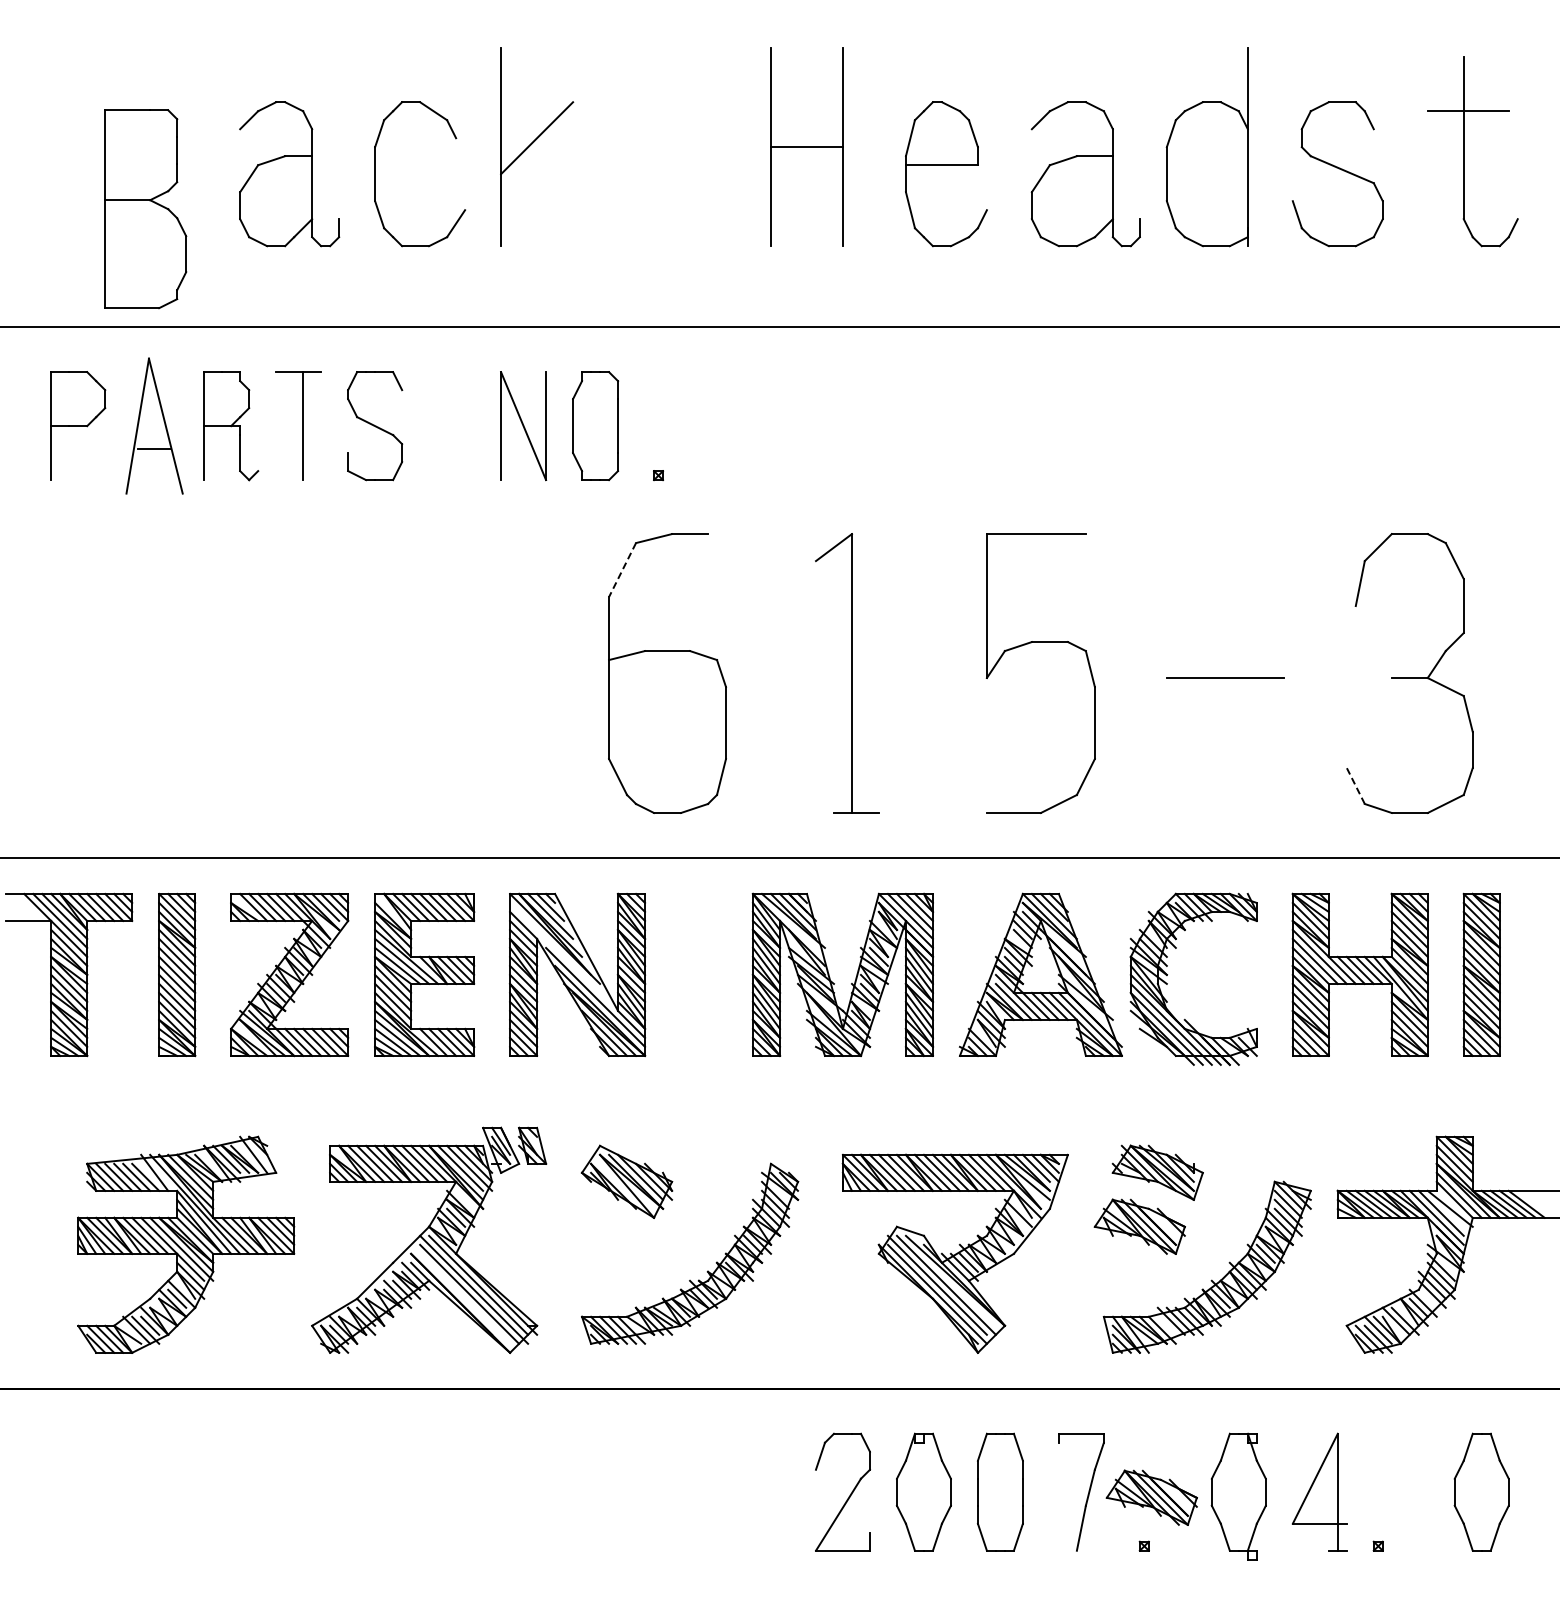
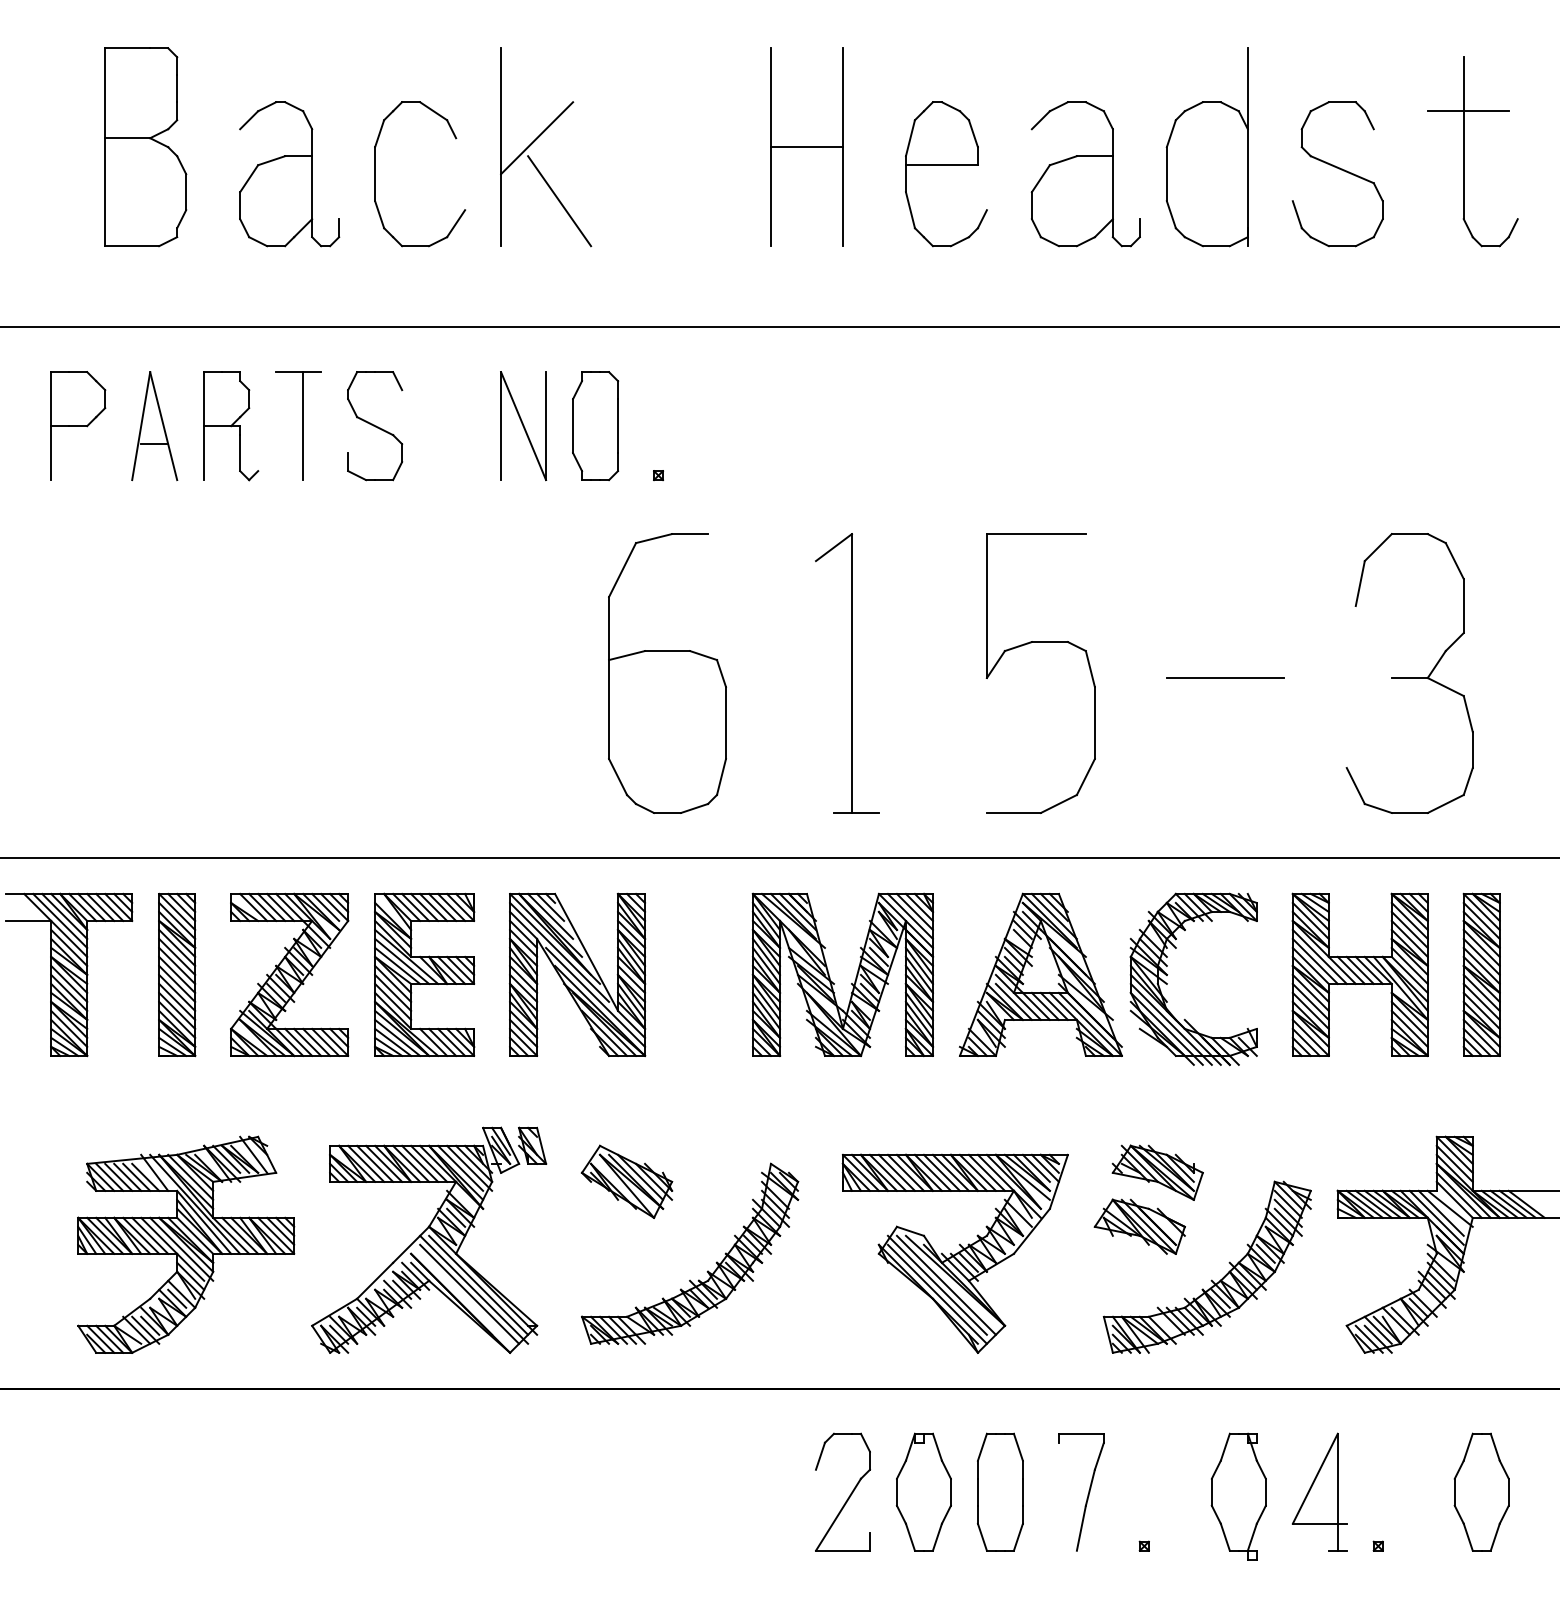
line at (559, 201): none -> present
part at (145, 209) position: (145, 209) -> (145, 147)
part at (154, 425) size: 59x138 px -> 48x110 px
line at (622, 570): dashed -> solid
line at (1355, 785): dashed -> solid
line at (559, 951): none -> present
part at (1151, 1497): present -> none
